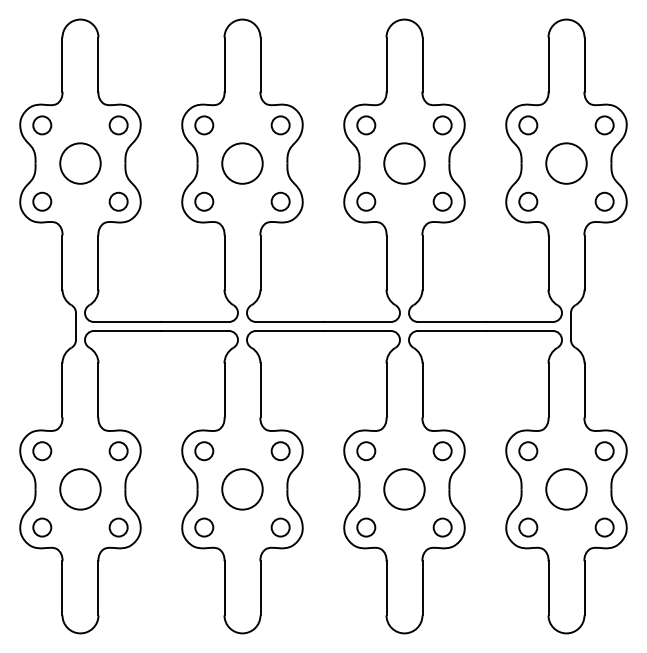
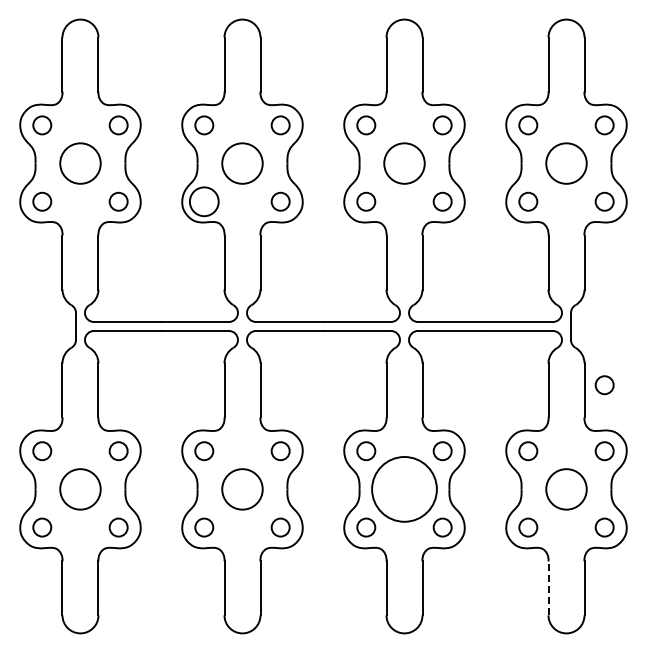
circle at (204, 201) diameter: 18 px -> 29 px
circle at (604, 385): none -> present
circle at (404, 489) diameter: 41 px -> 65 px
line at (548, 587): solid -> dashed
